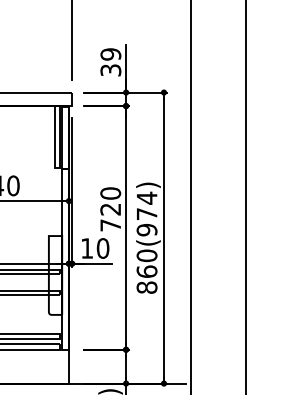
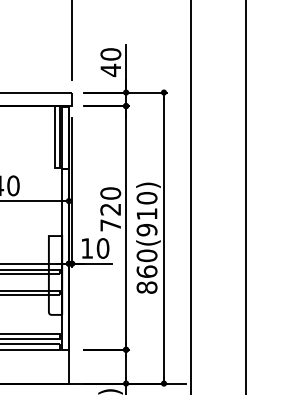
text at (110, 62): 39 -> 40
text at (146, 205): 860(974) -> 860(910)
